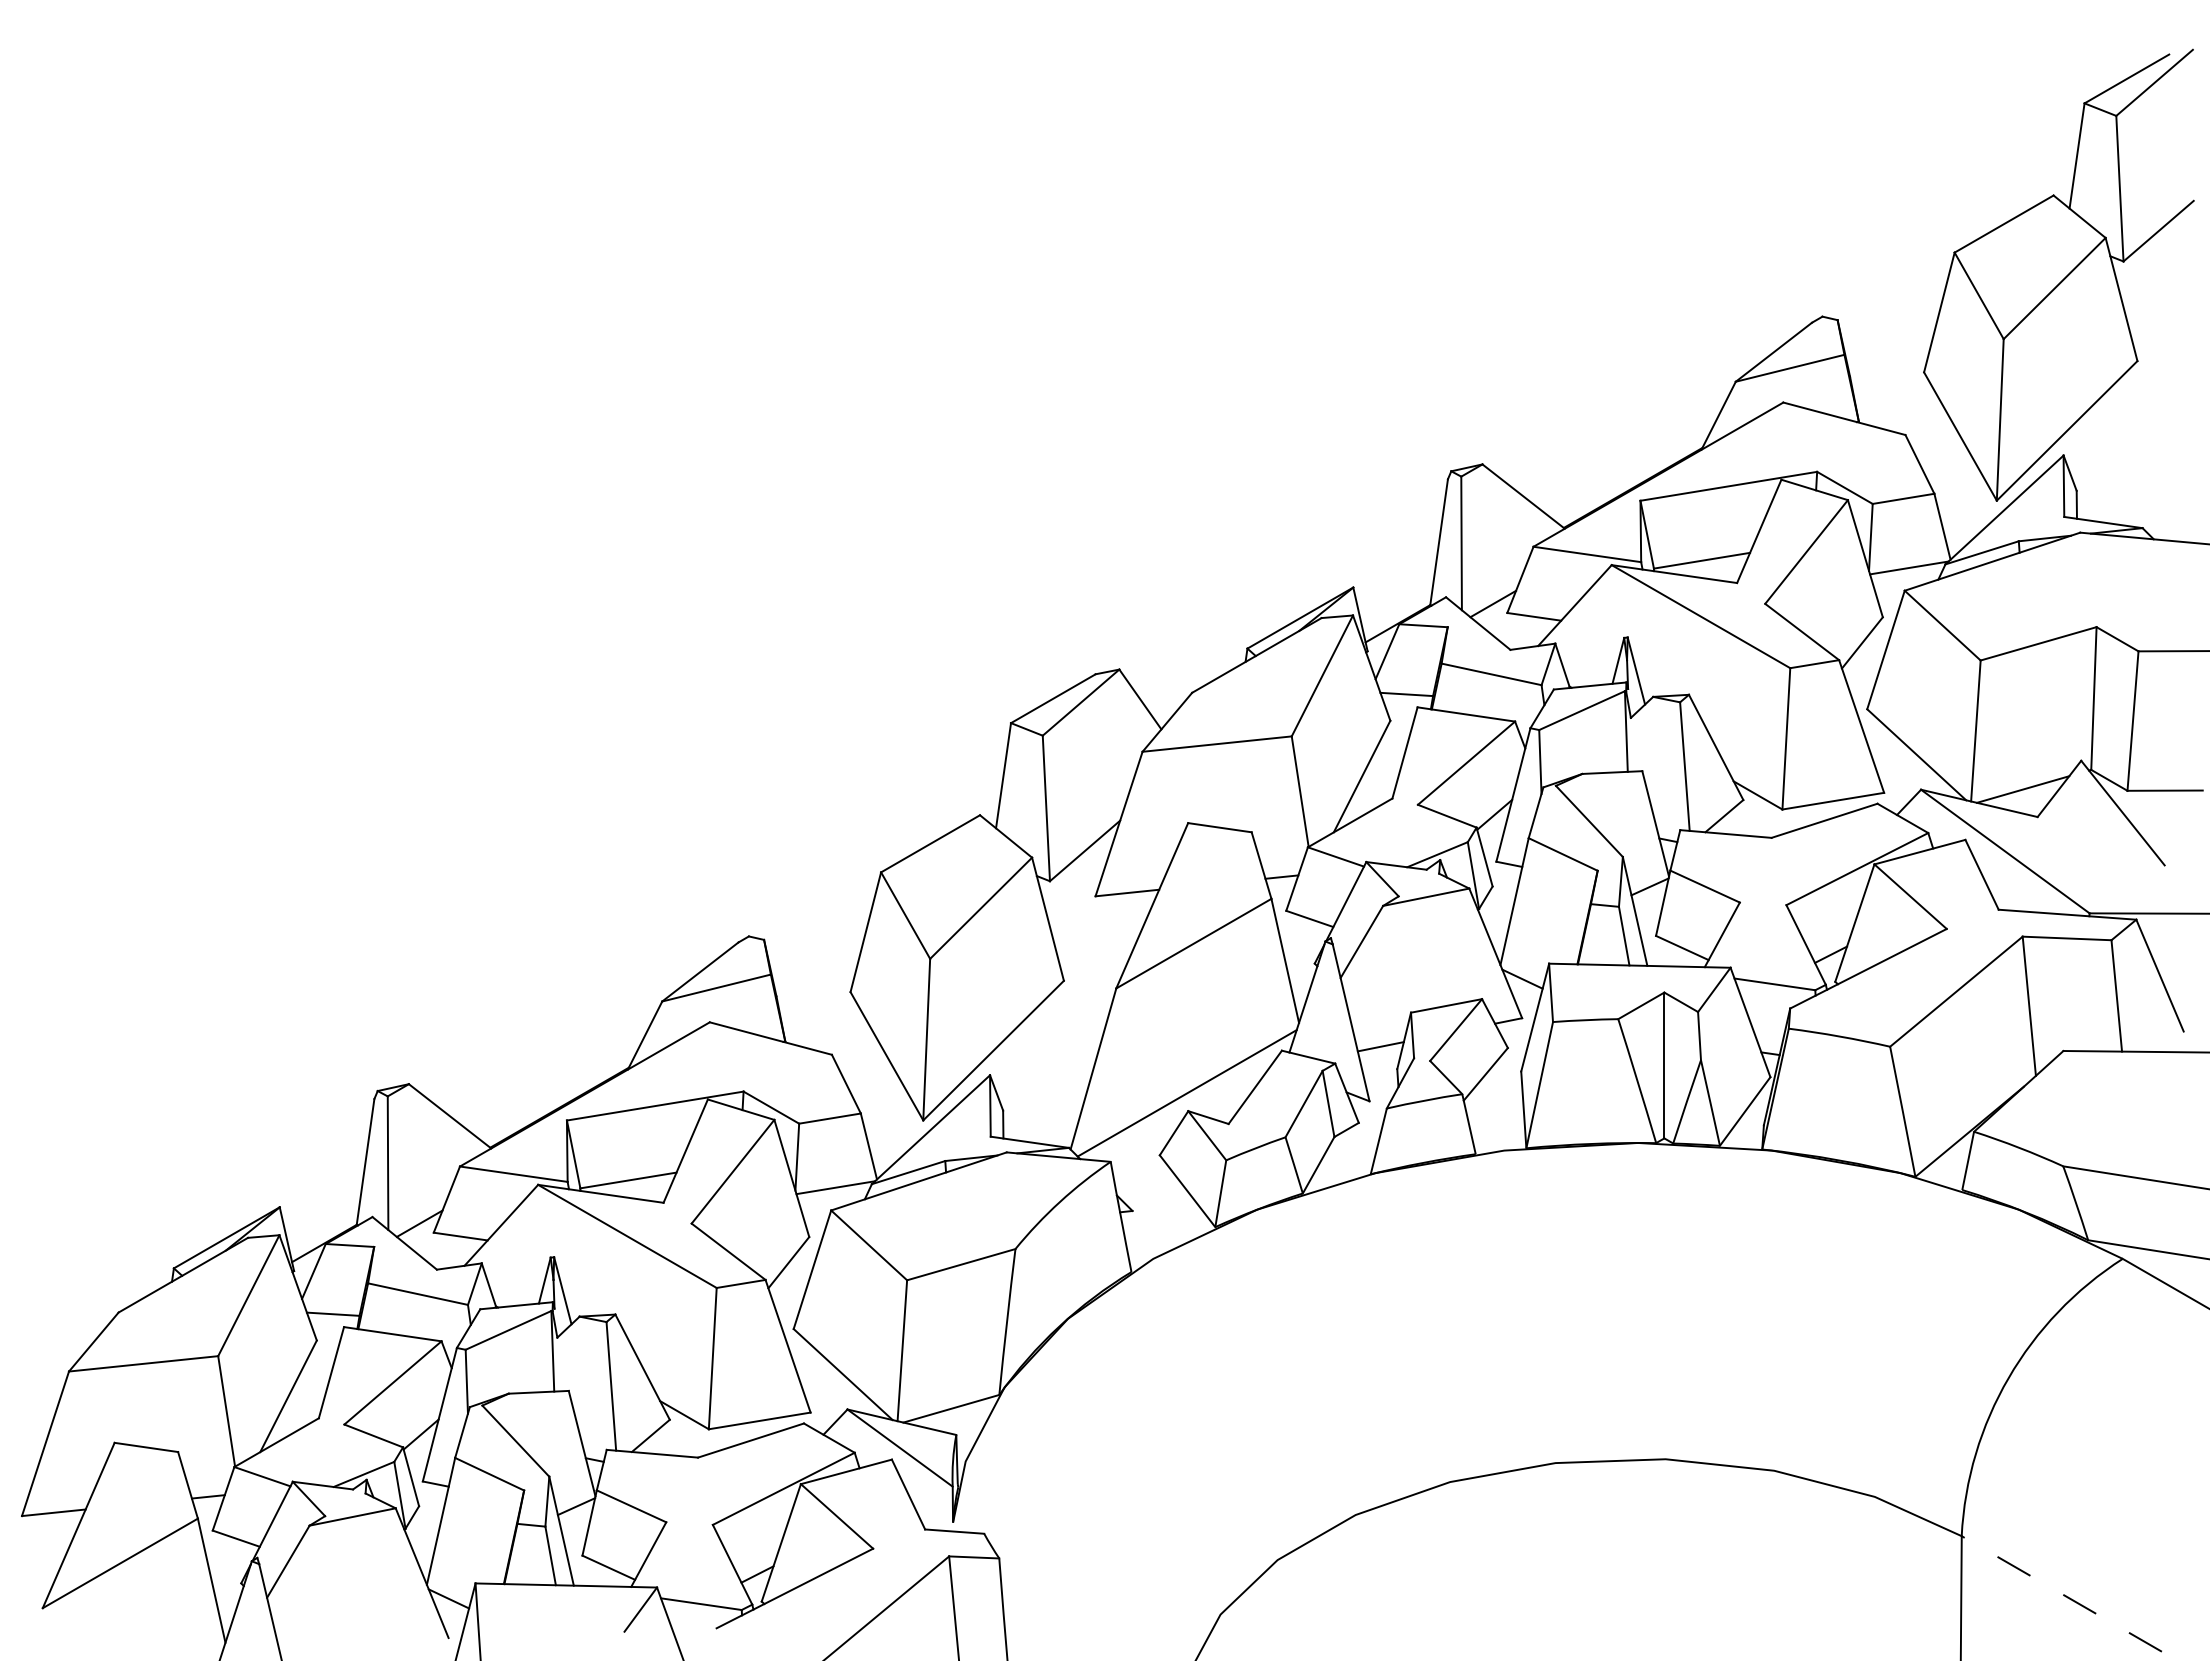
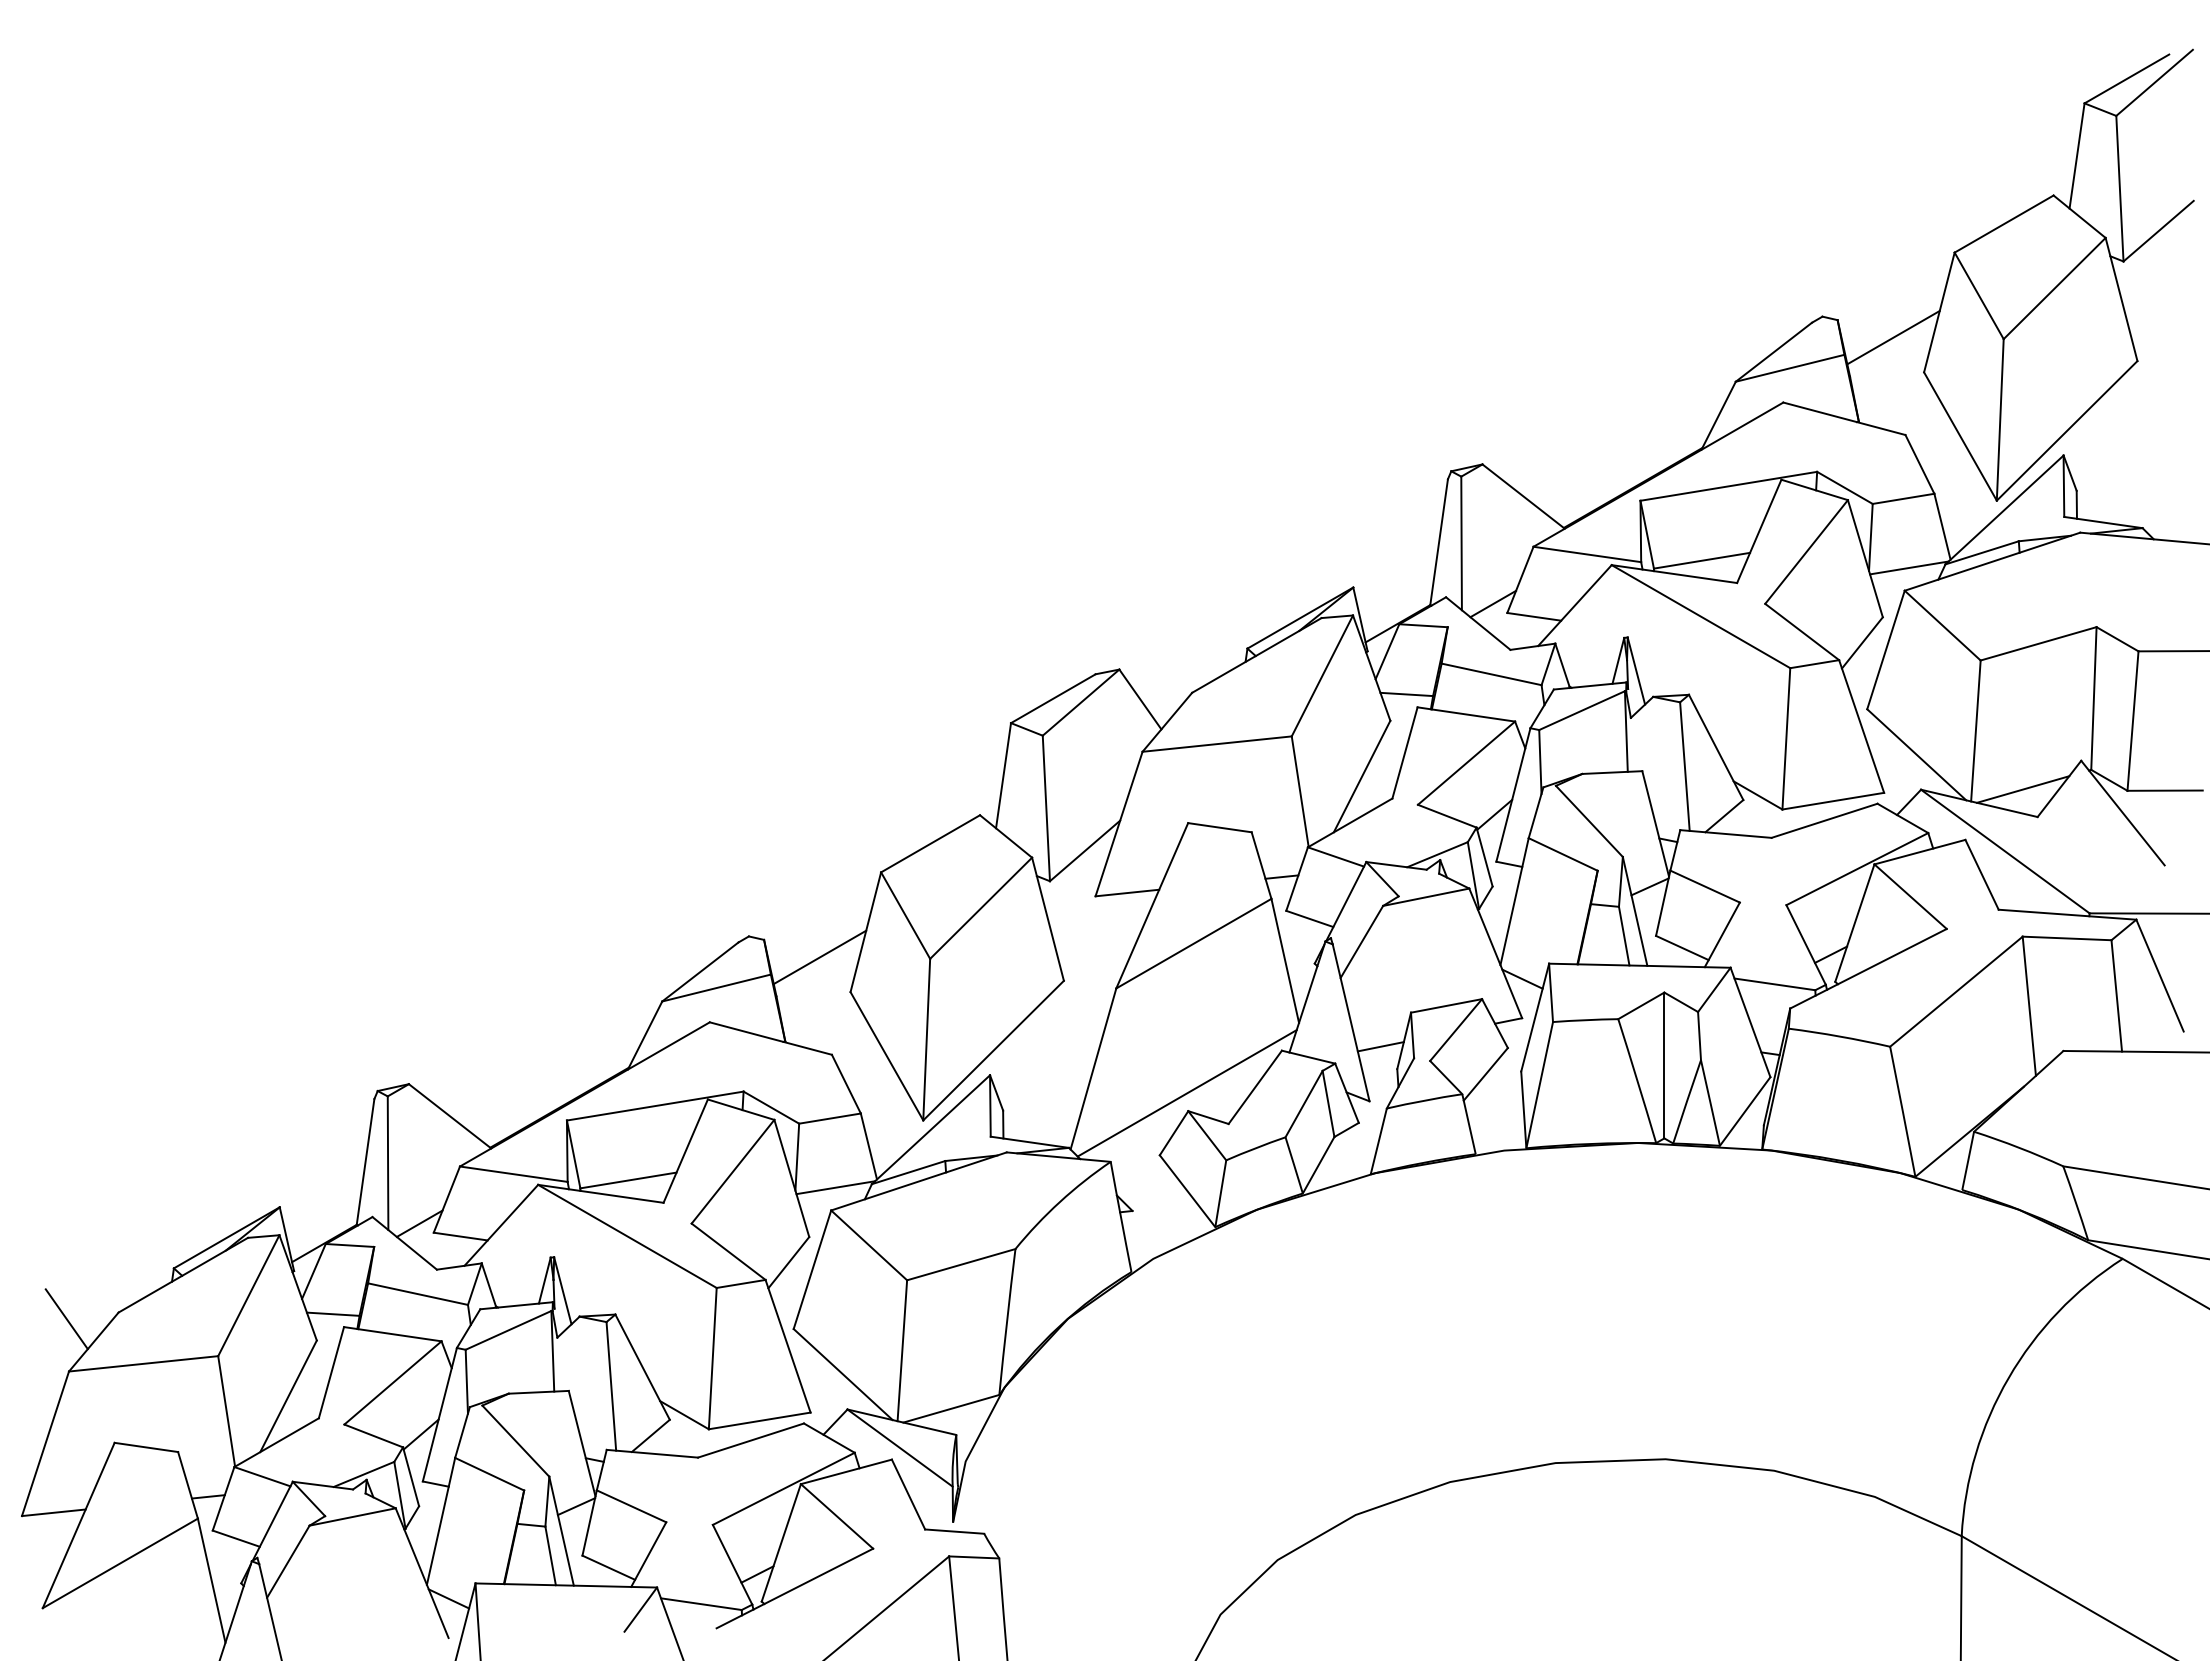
line at (1893, 337): none -> present
line at (819, 957): none -> present
line at (66, 1319): none -> present
line at (2069, 1598): dashed -> solid
